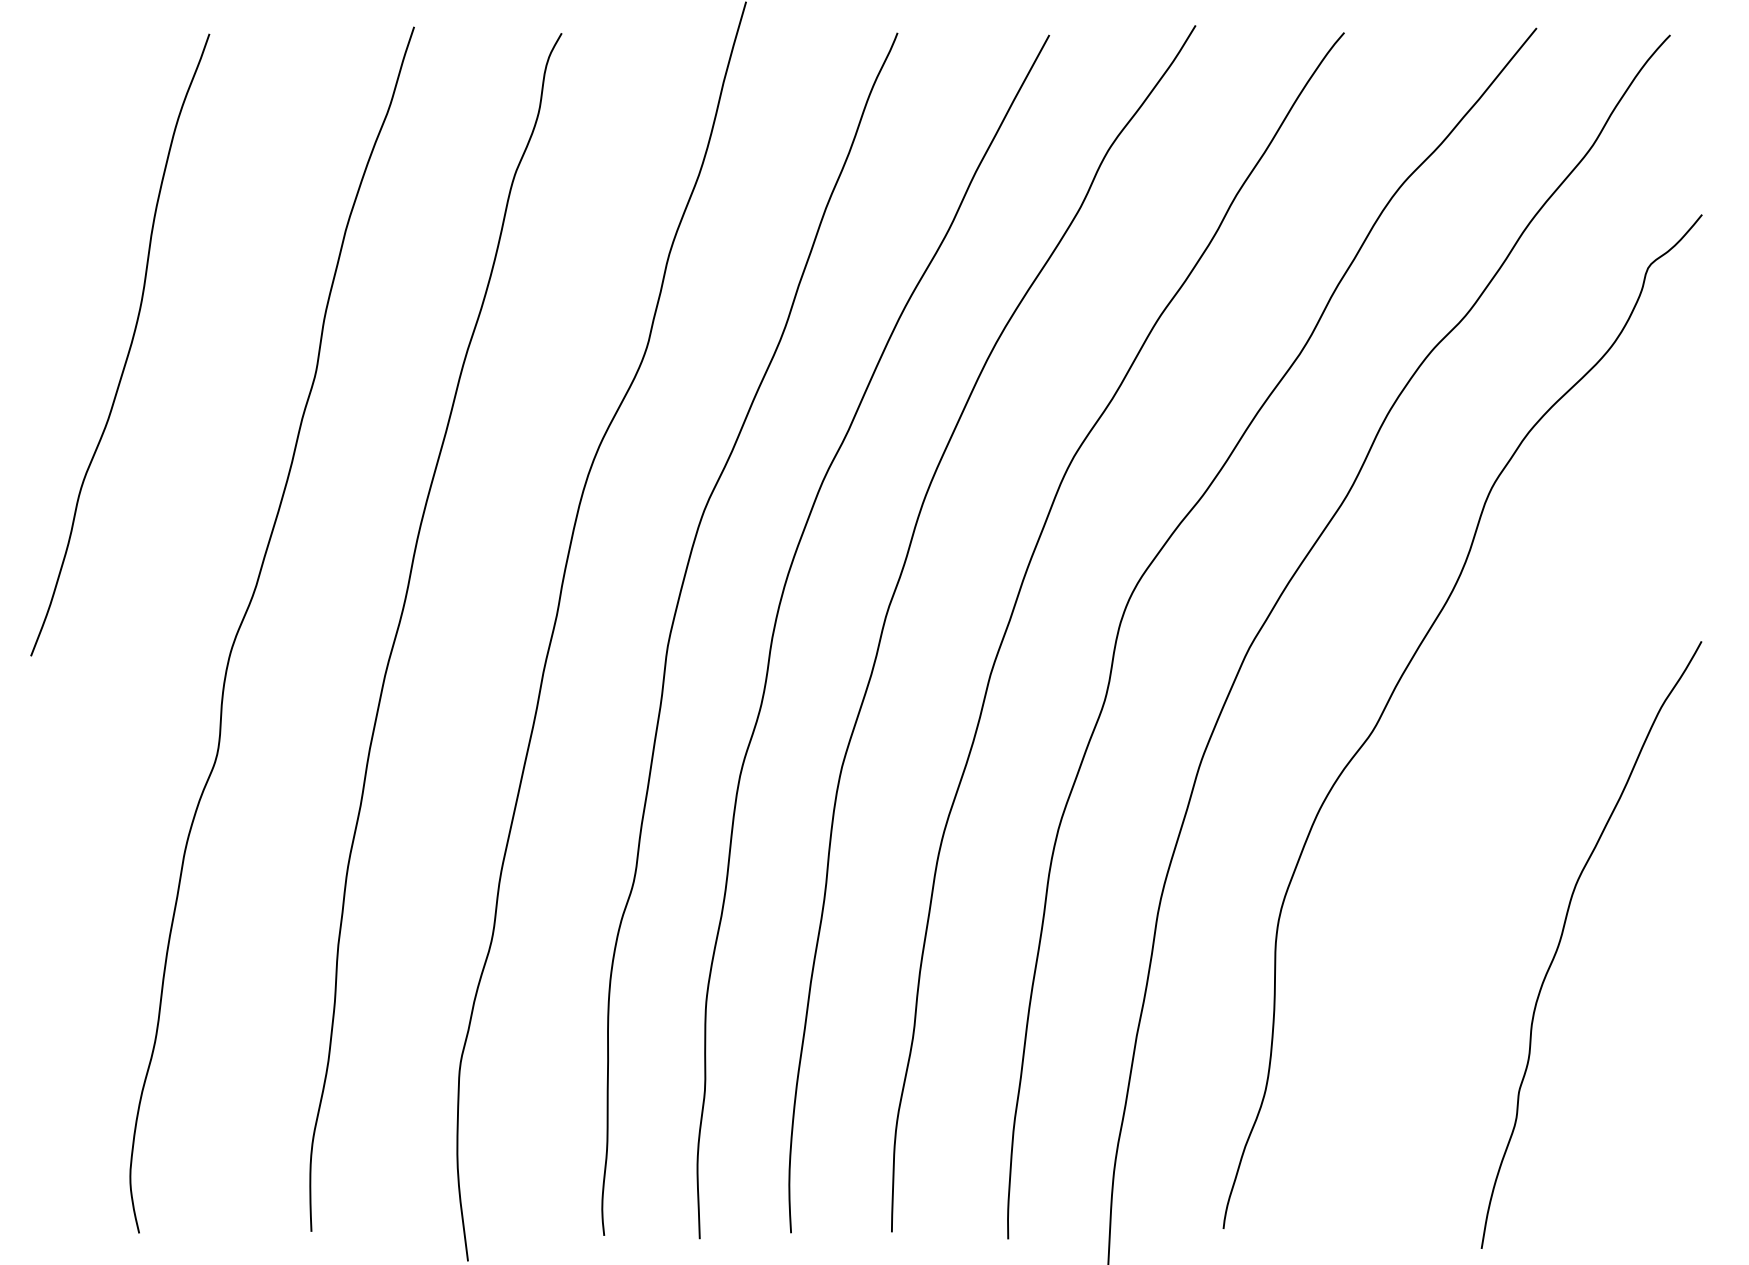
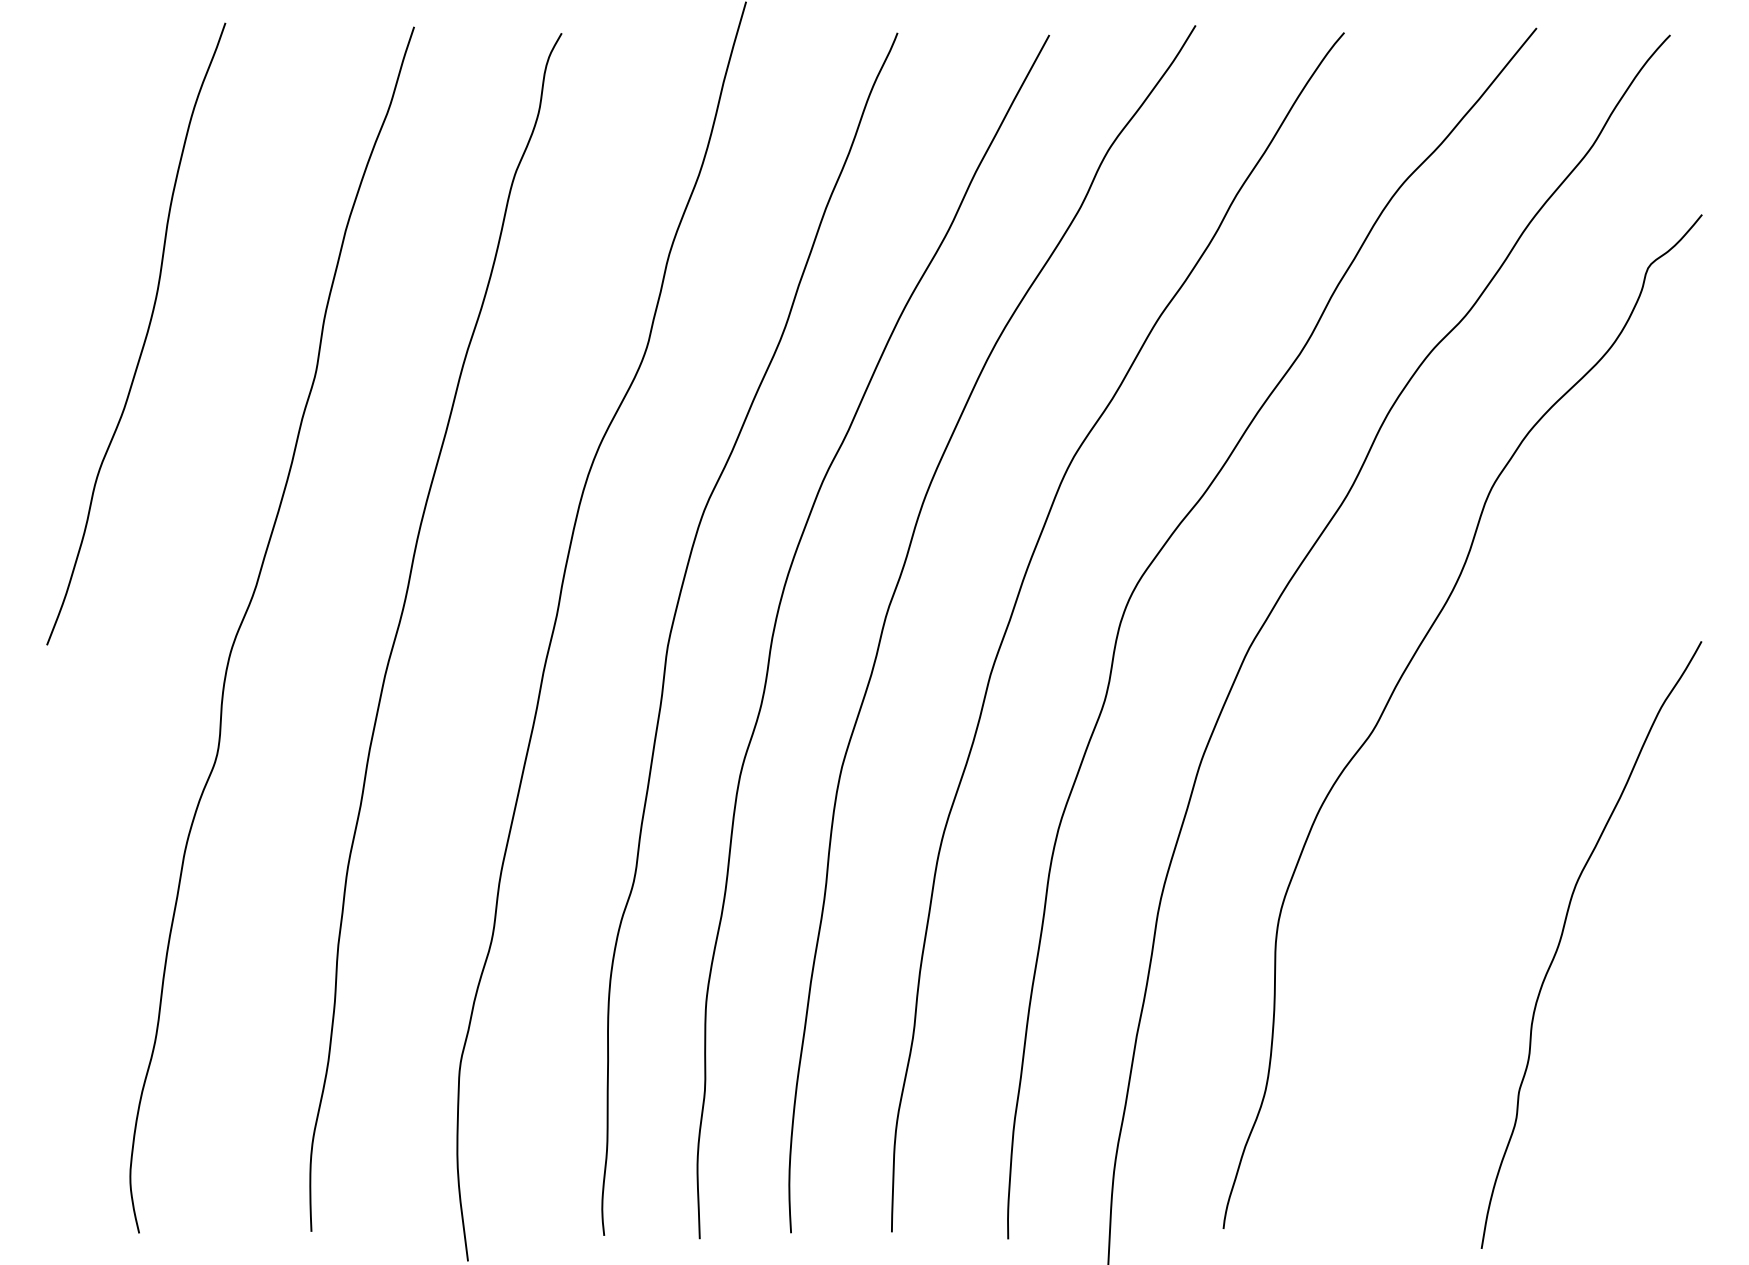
curve at (129, 346) position: (129, 346) -> (145, 335)
